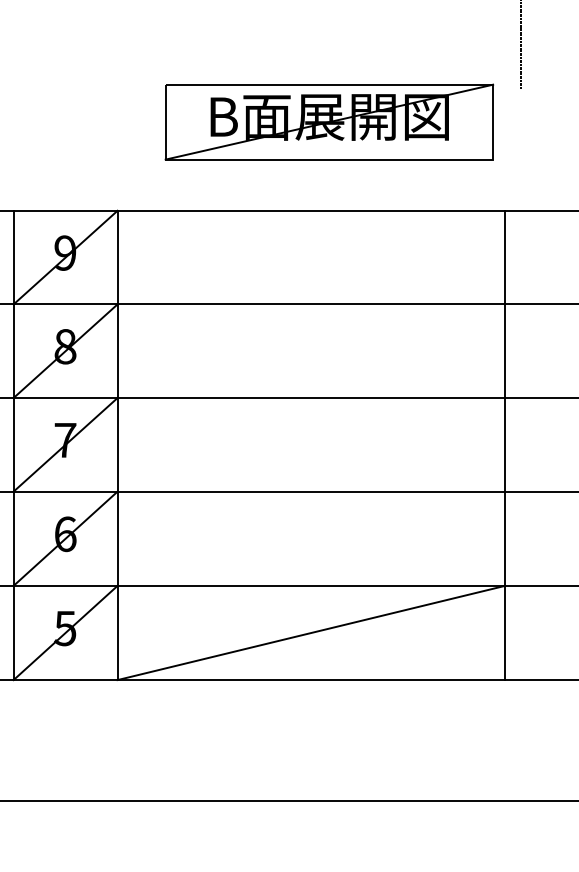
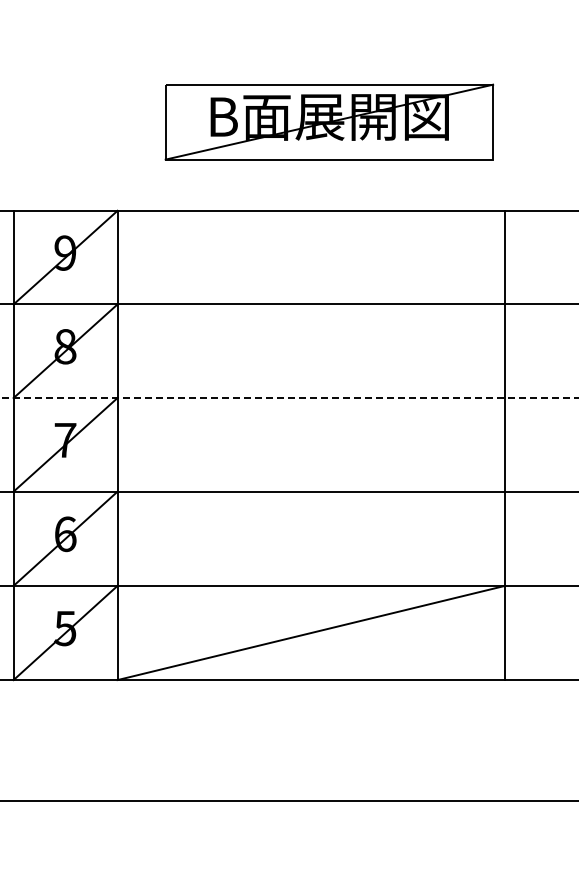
line at (520, 45): present -> none
line at (290, 398): solid -> dashed
